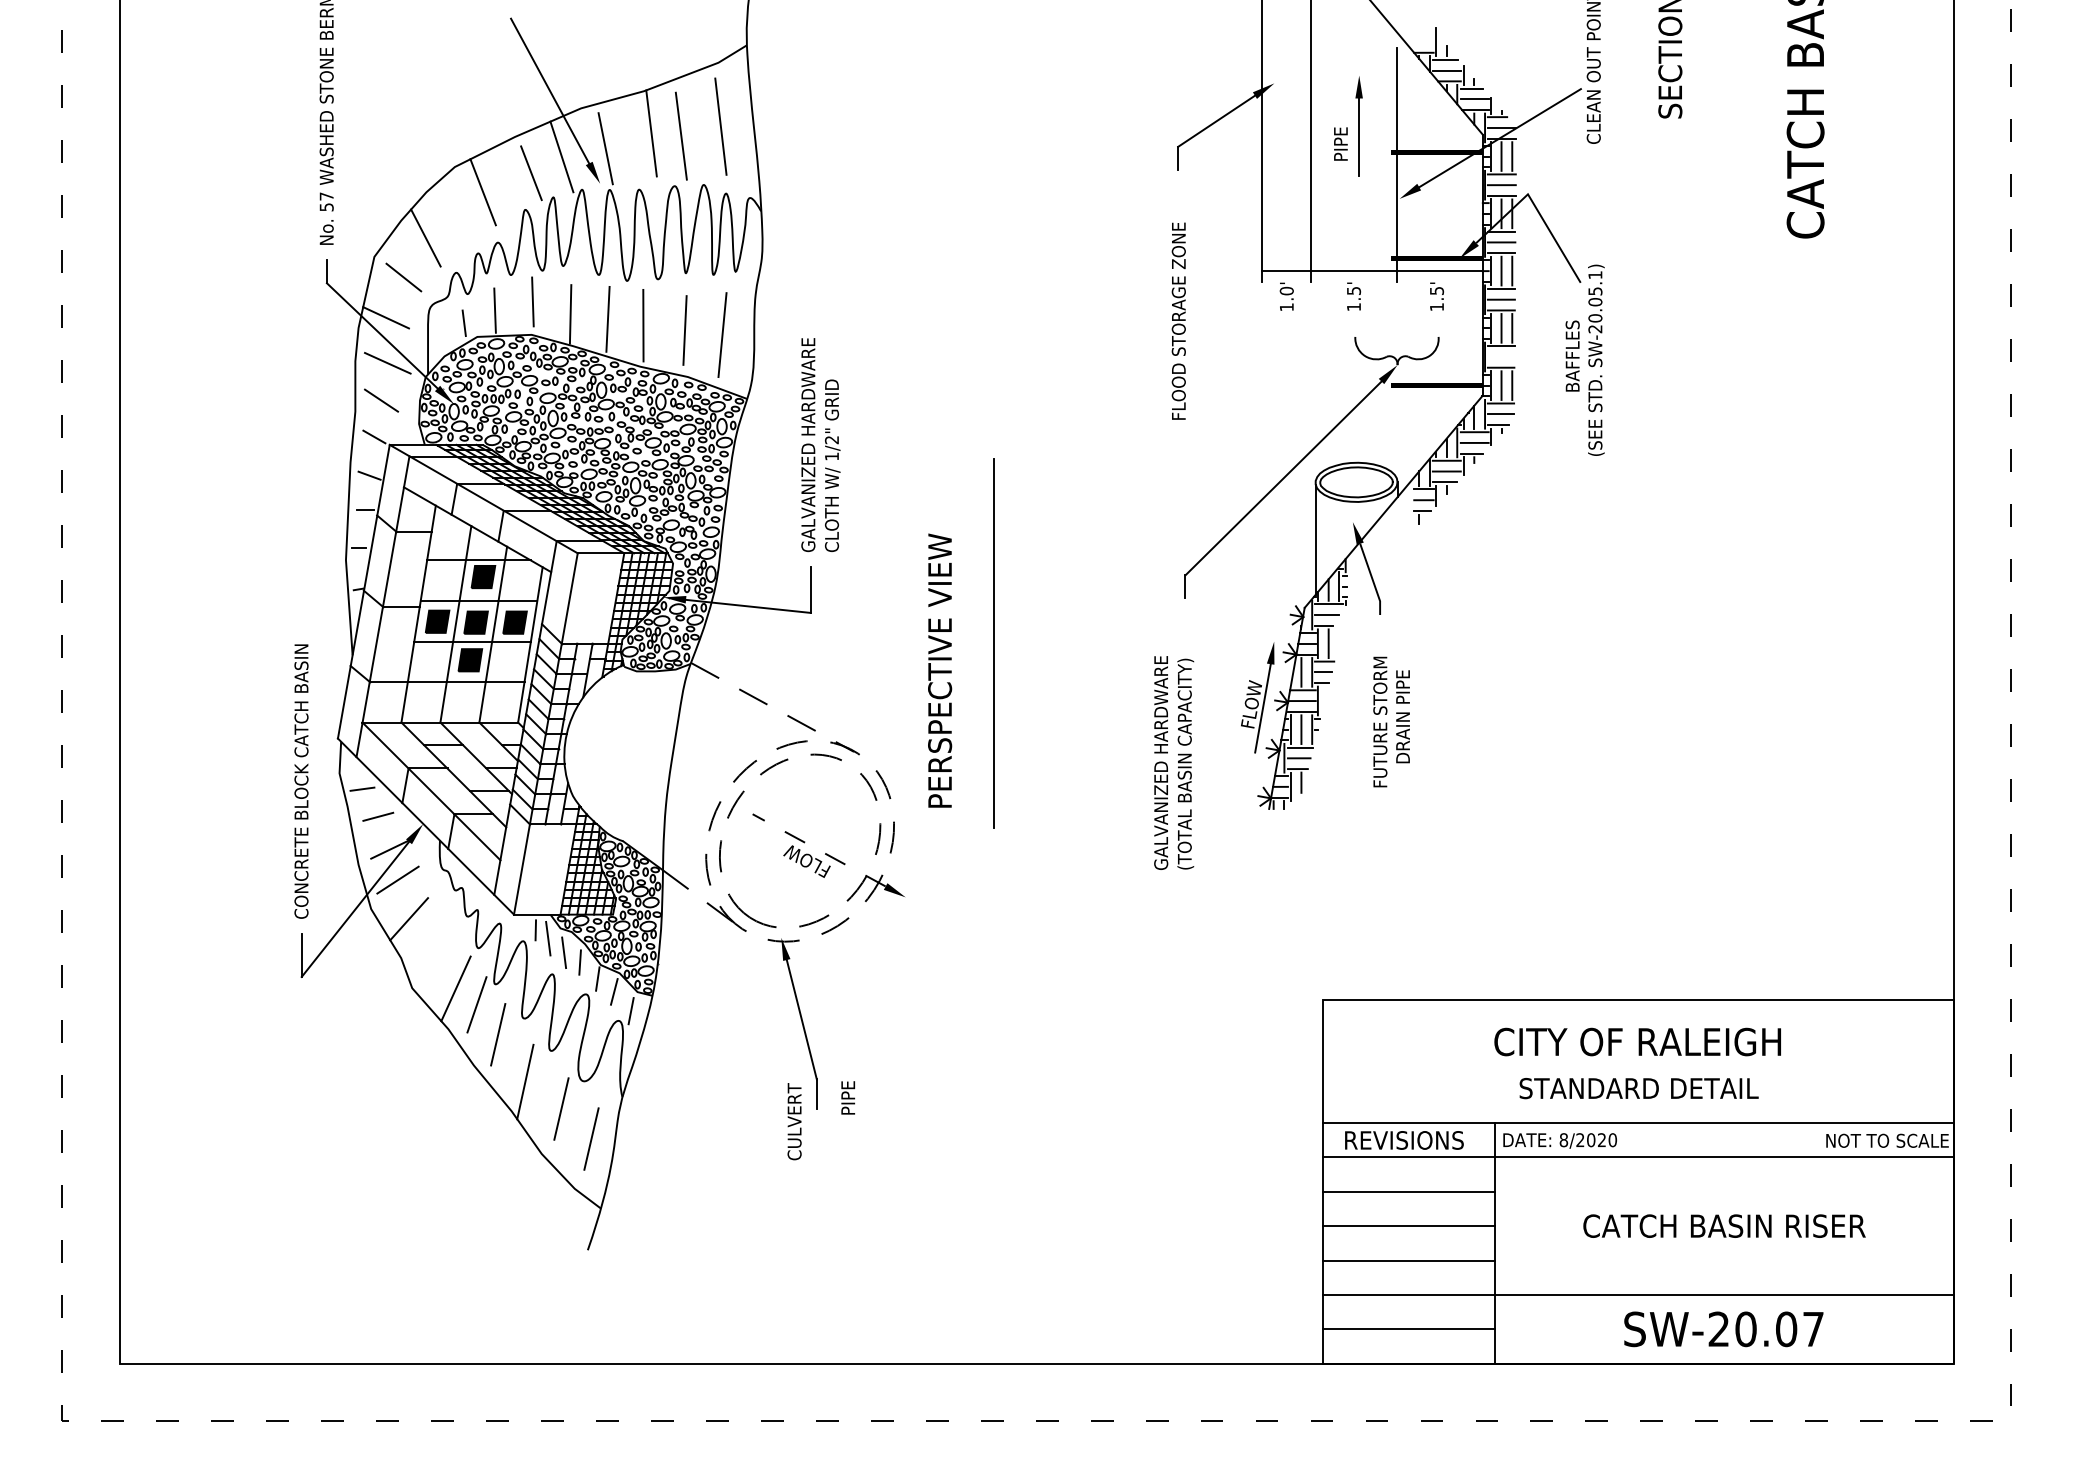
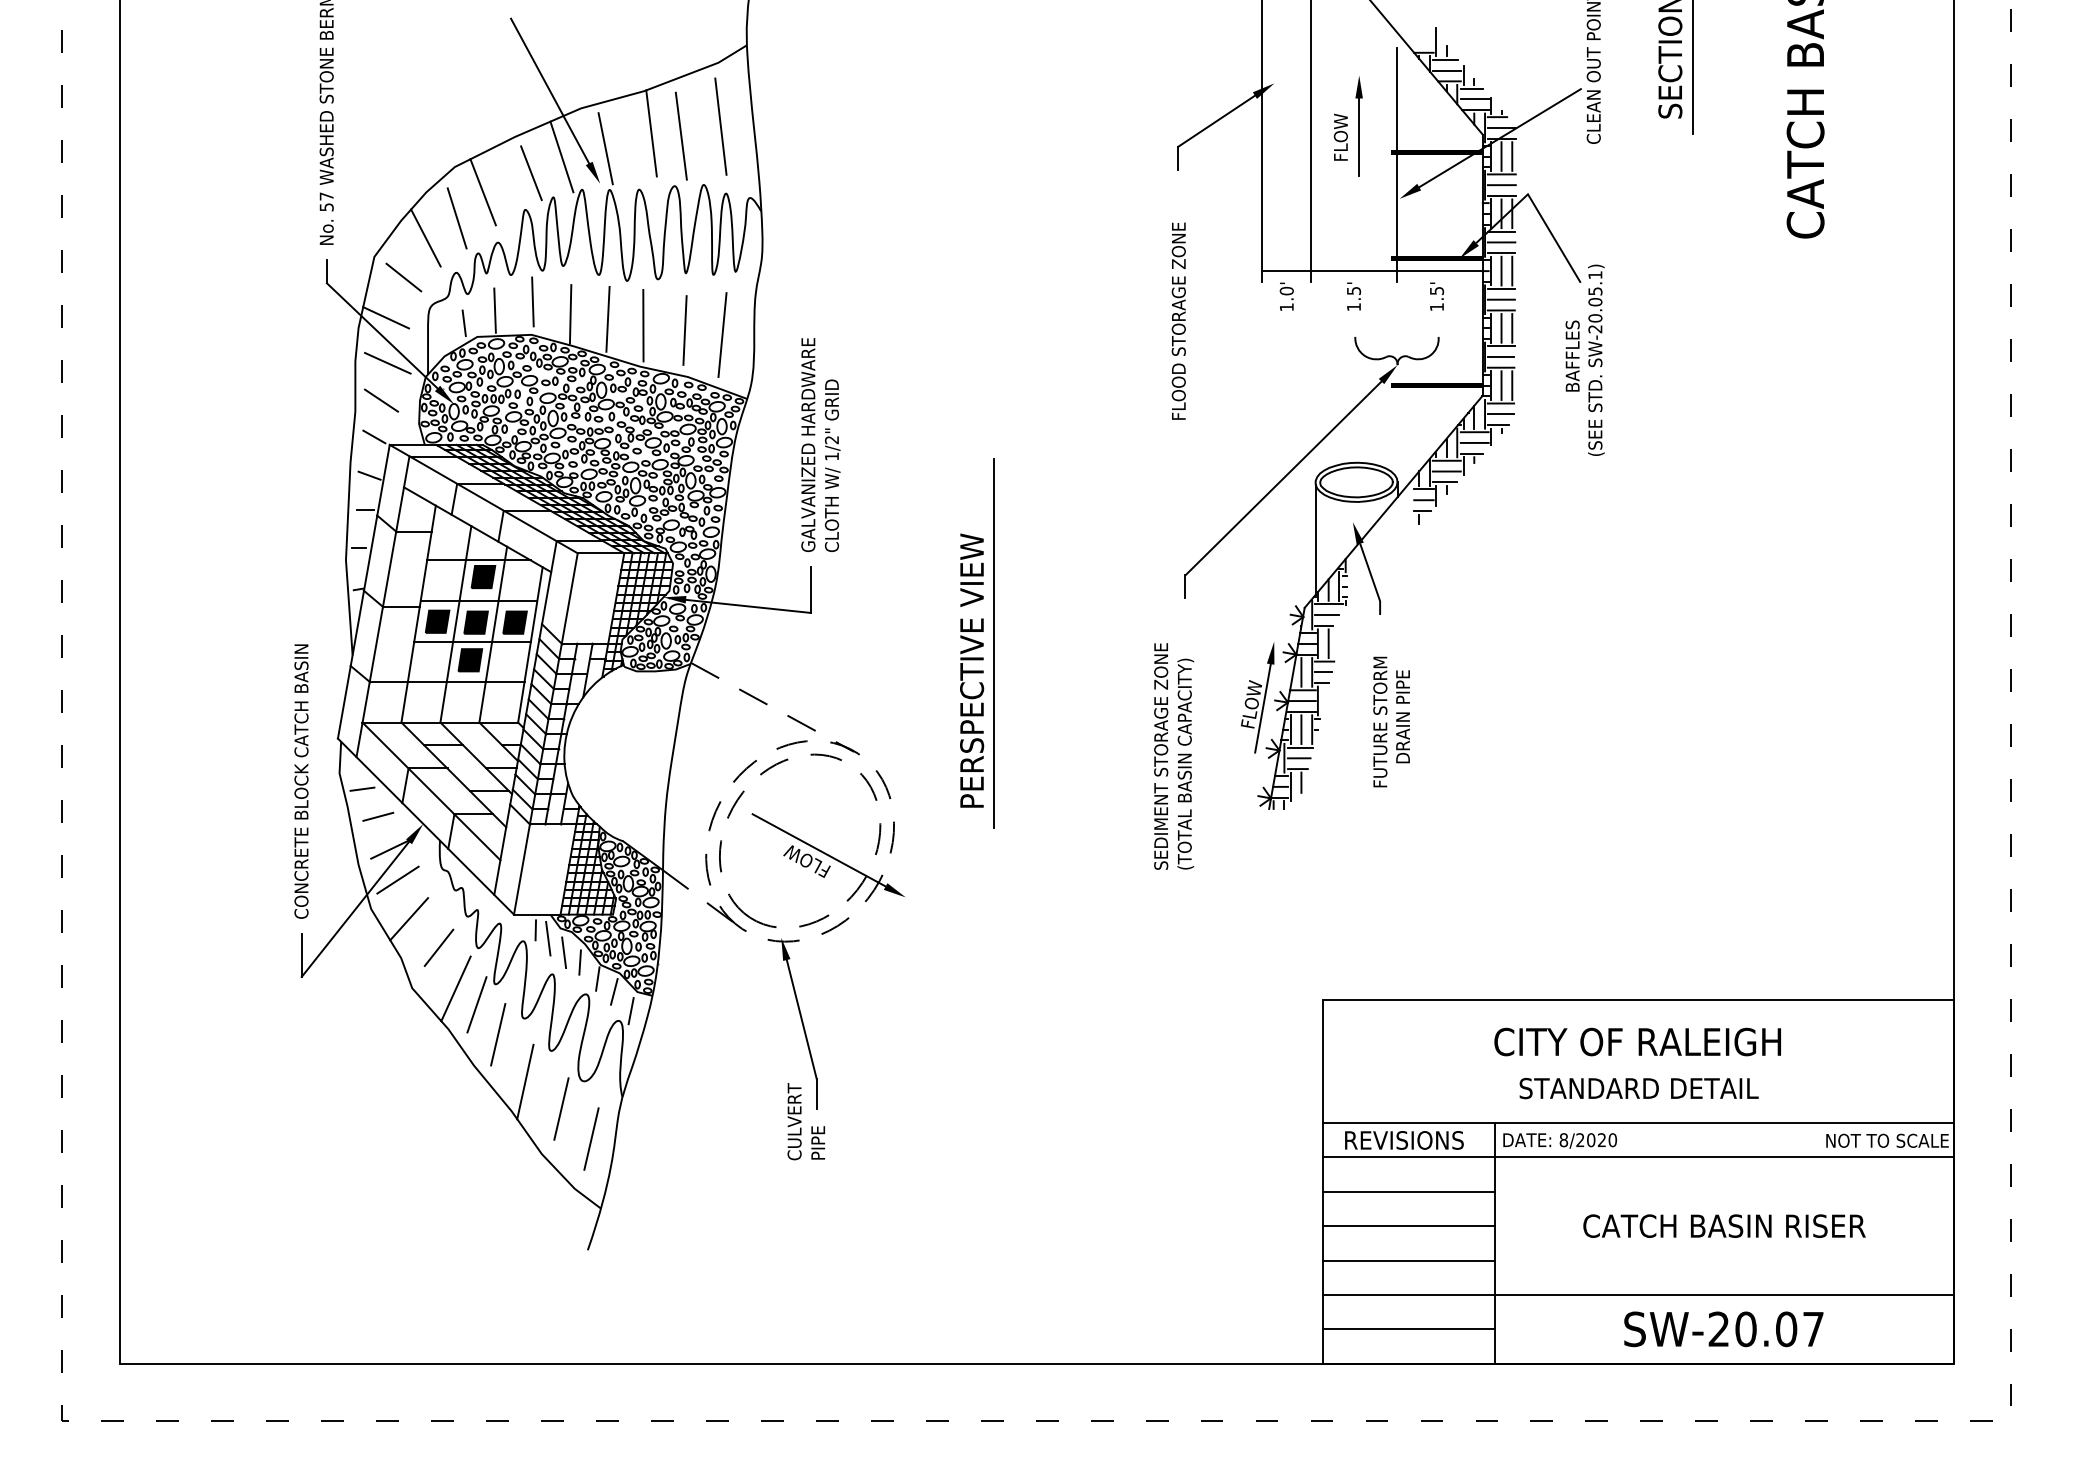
line at (1692, 68): none -> present
text at (1340, 135): PIPE -> FLOW
line at (456, 218): none -> present
line at (1500, 356): none -> present
text at (940, 670) position: (940, 670) -> (972, 670)
text at (1161, 756): GALVANIZED HARDWARE -> SEDIMENT STORAGE ZONE
line at (819, 850): dashed -> solid
line at (438, 947): none -> present
text at (847, 1097) position: (847, 1097) -> (817, 1142)
